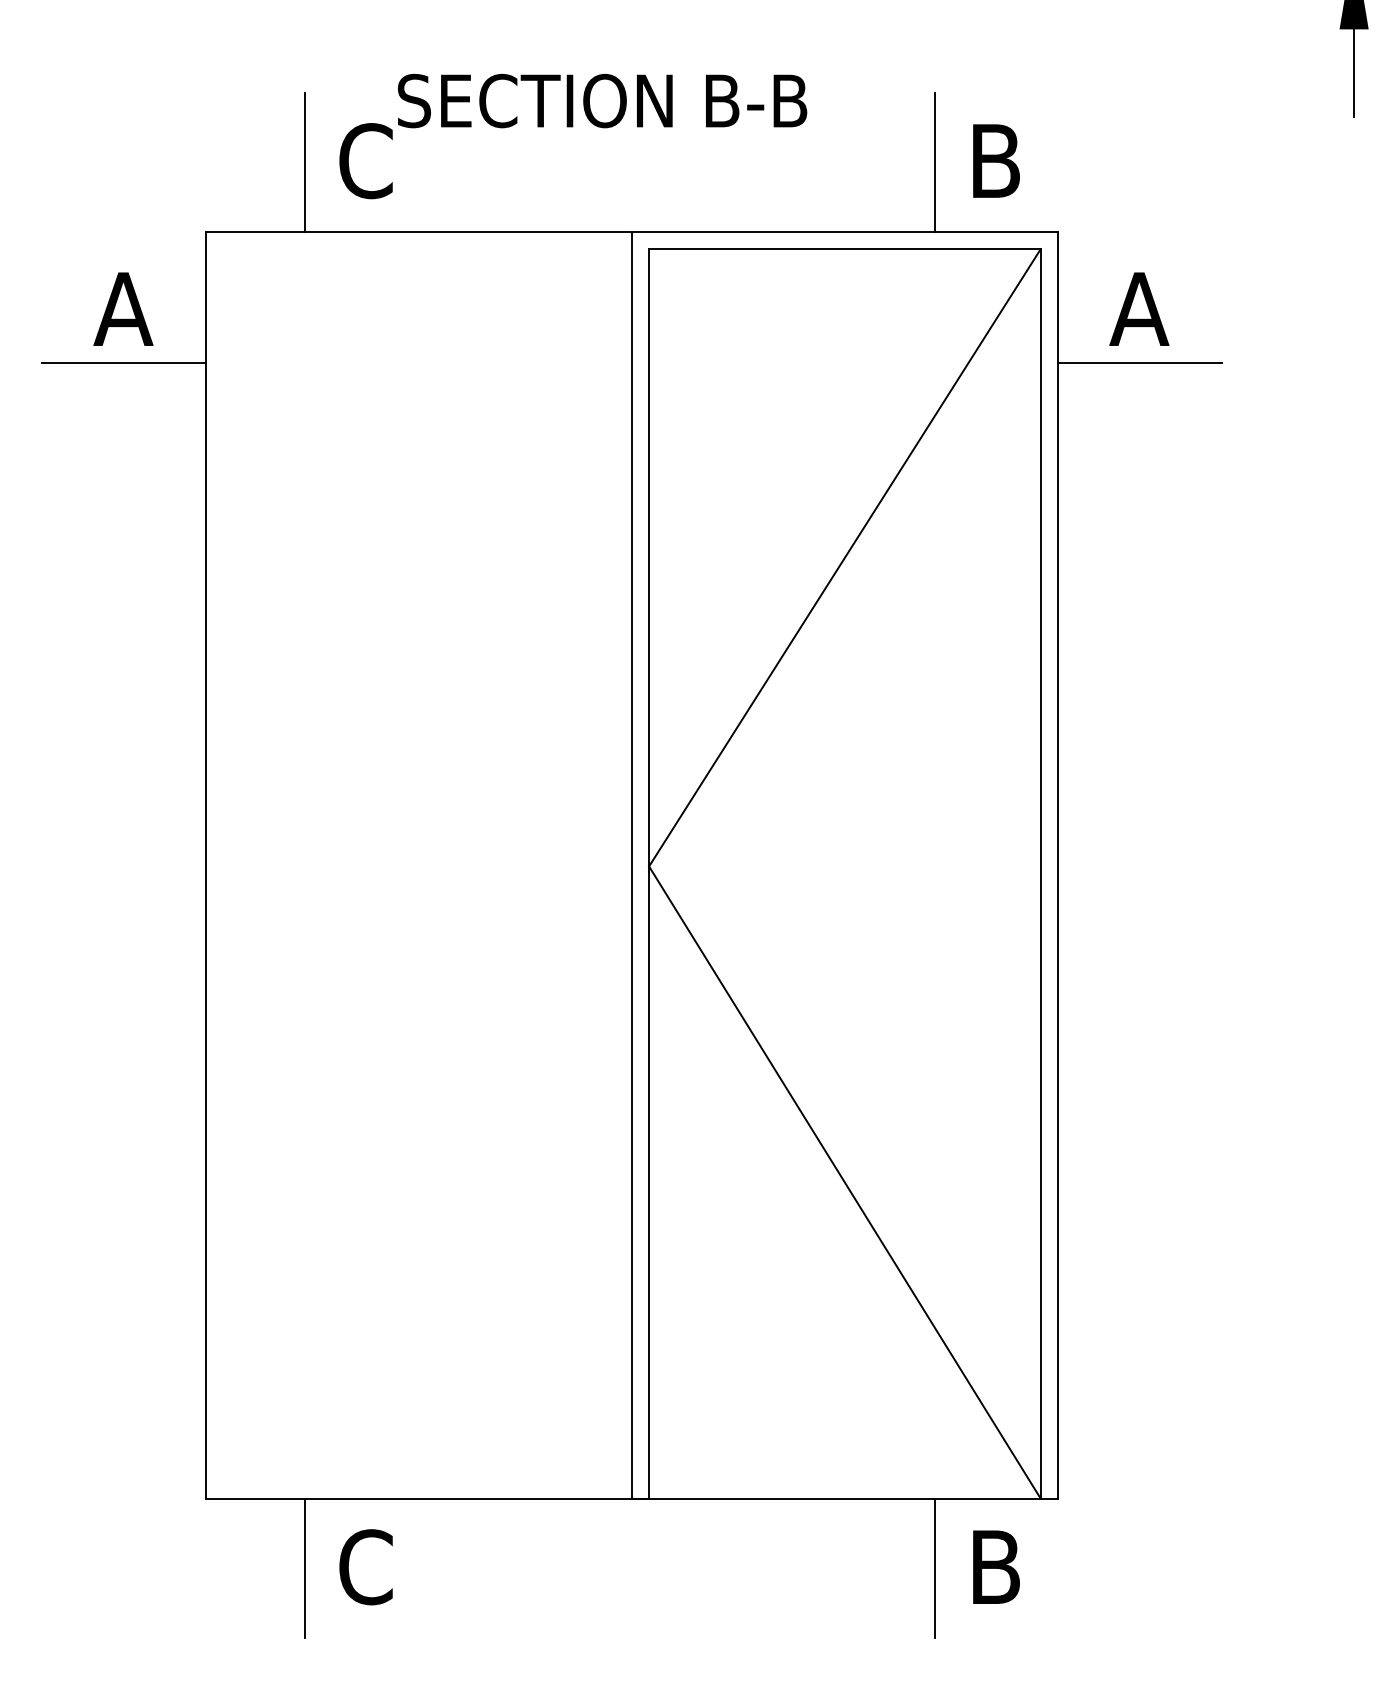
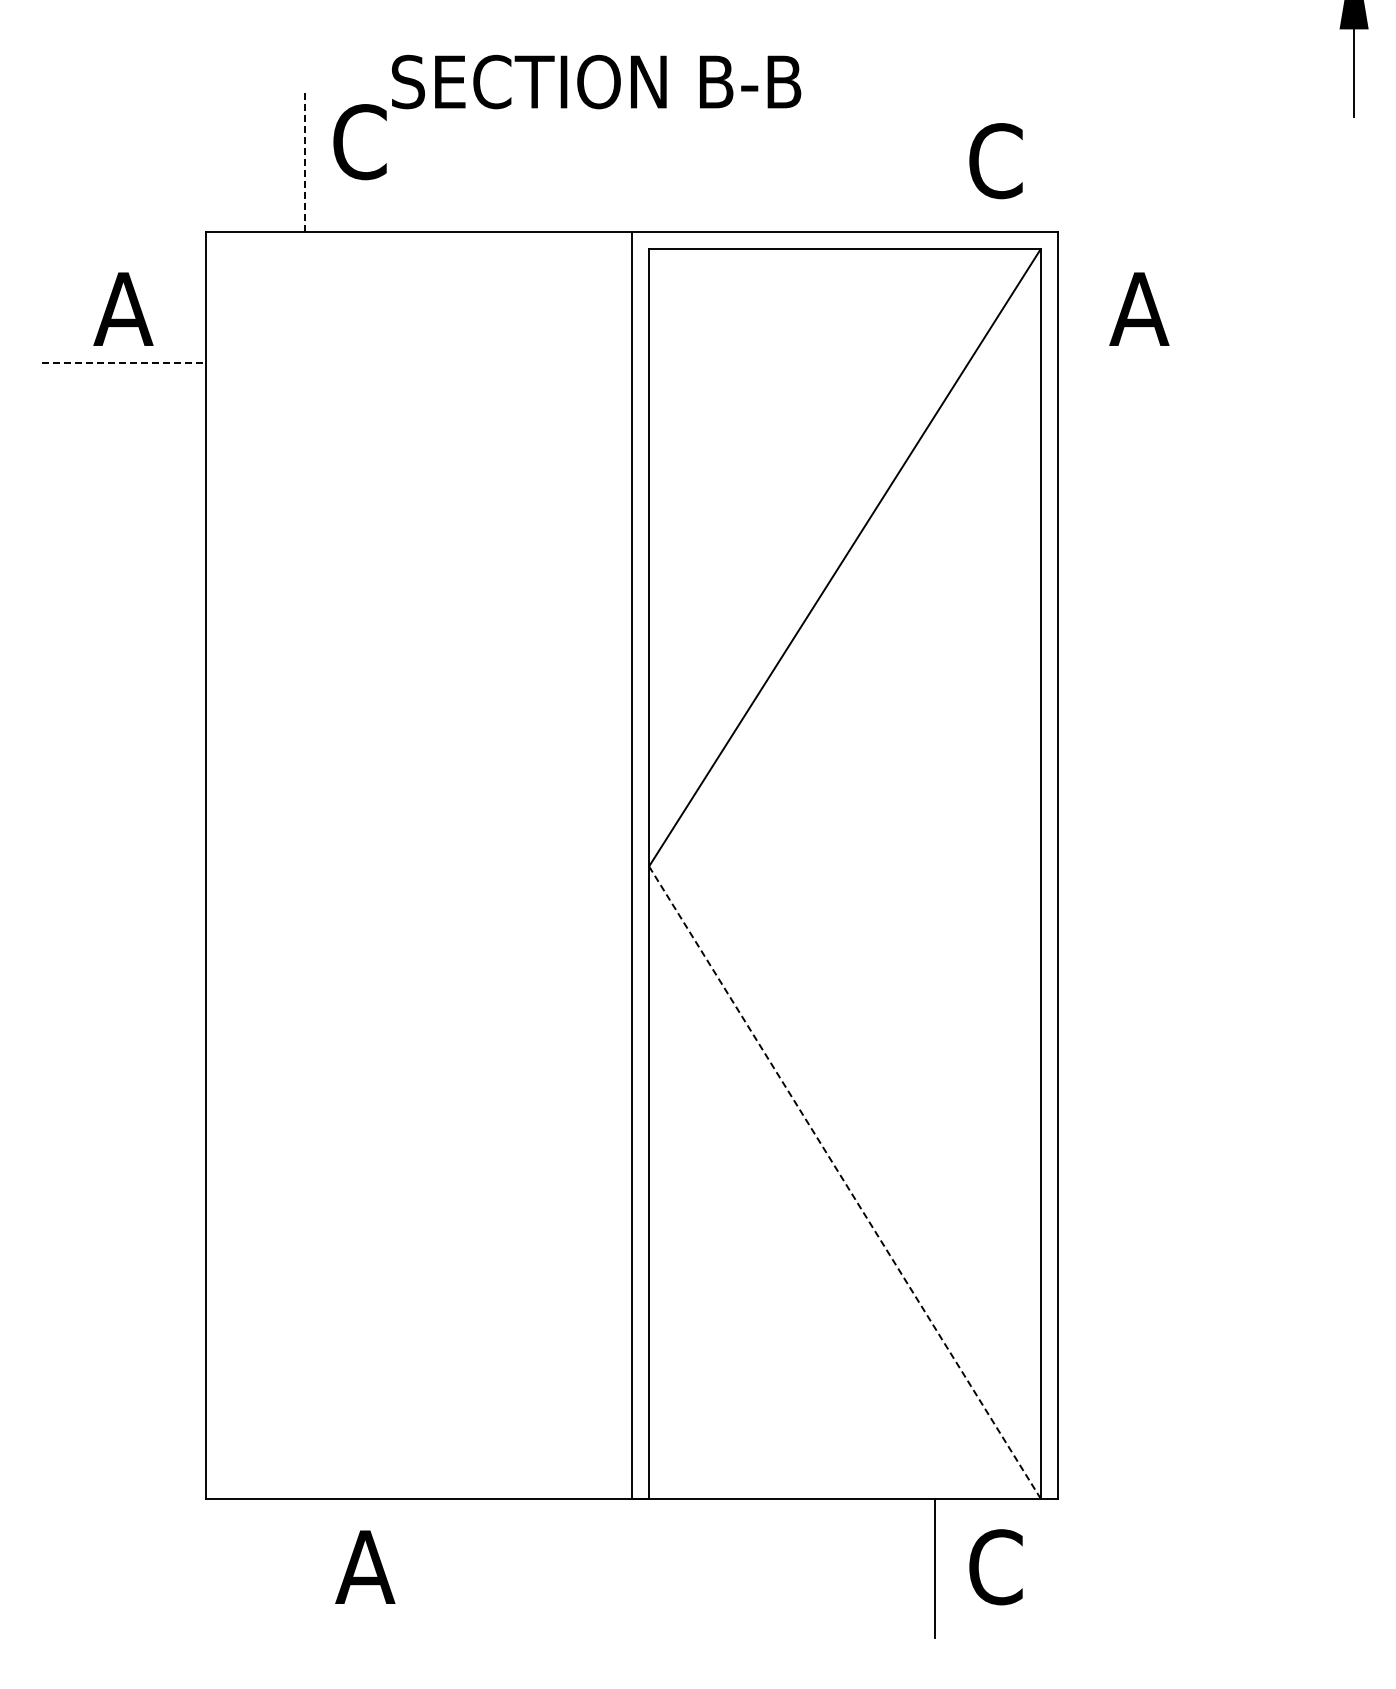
text at (573, 136) position: (573, 136) -> (567, 117)
text at (995, 161): B -> C
line at (304, 162): solid -> dashed
line at (934, 162): present -> none
line at (124, 363): solid -> dashed
line at (1139, 363): present -> none
line at (844, 1182): solid -> dashed
text at (365, 1567): C -> A
text at (995, 1567): B -> C
line at (304, 1568): present -> none
